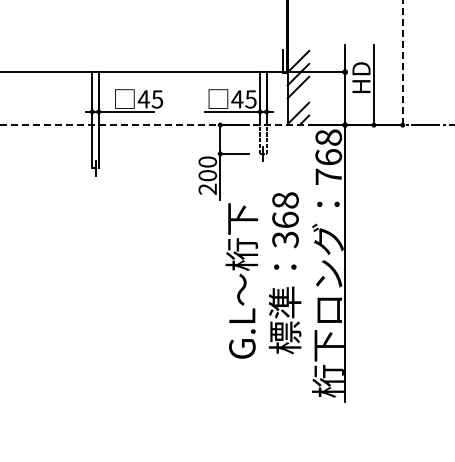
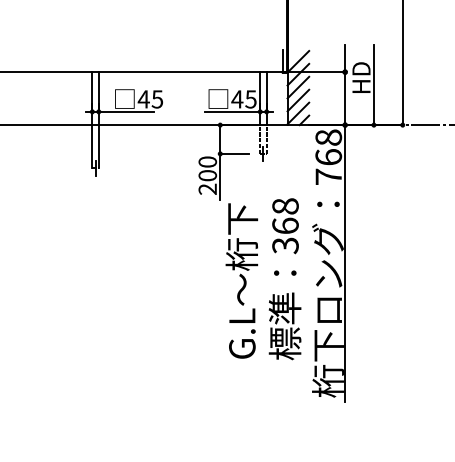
line at (402, 62): dashed -> solid
line at (298, 100): none -> present
line at (155, 125): dashed -> solid
text at (284, 273) position: (284, 273) -> (284, 279)
